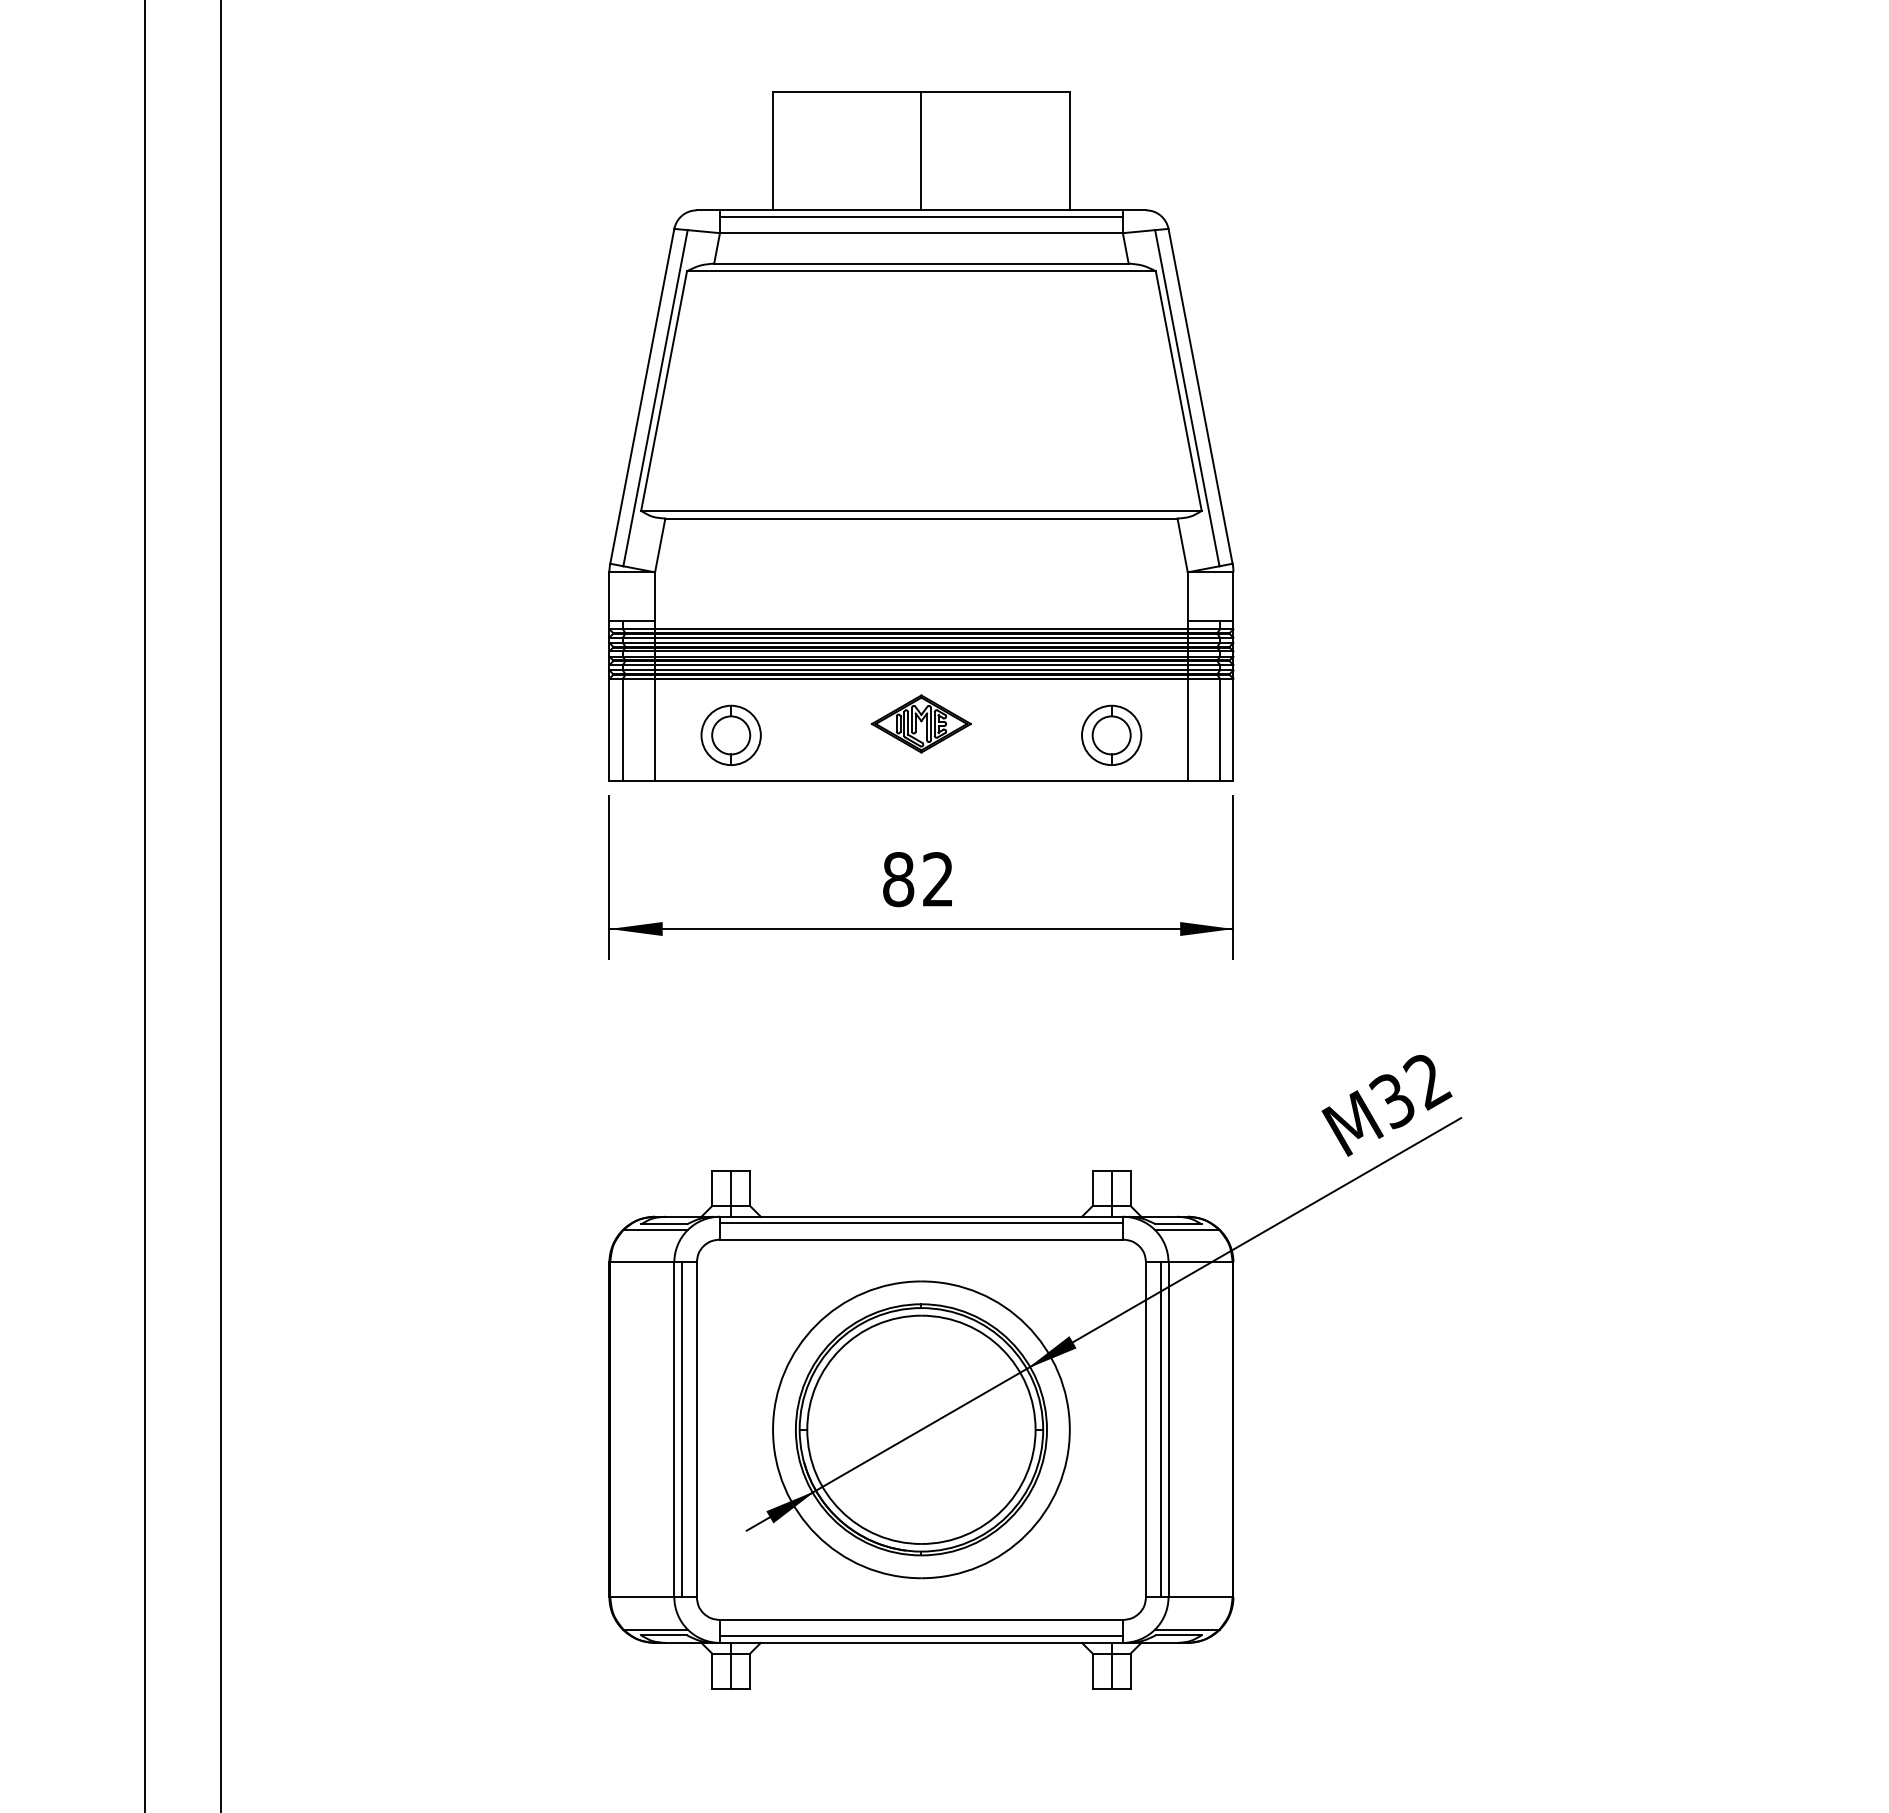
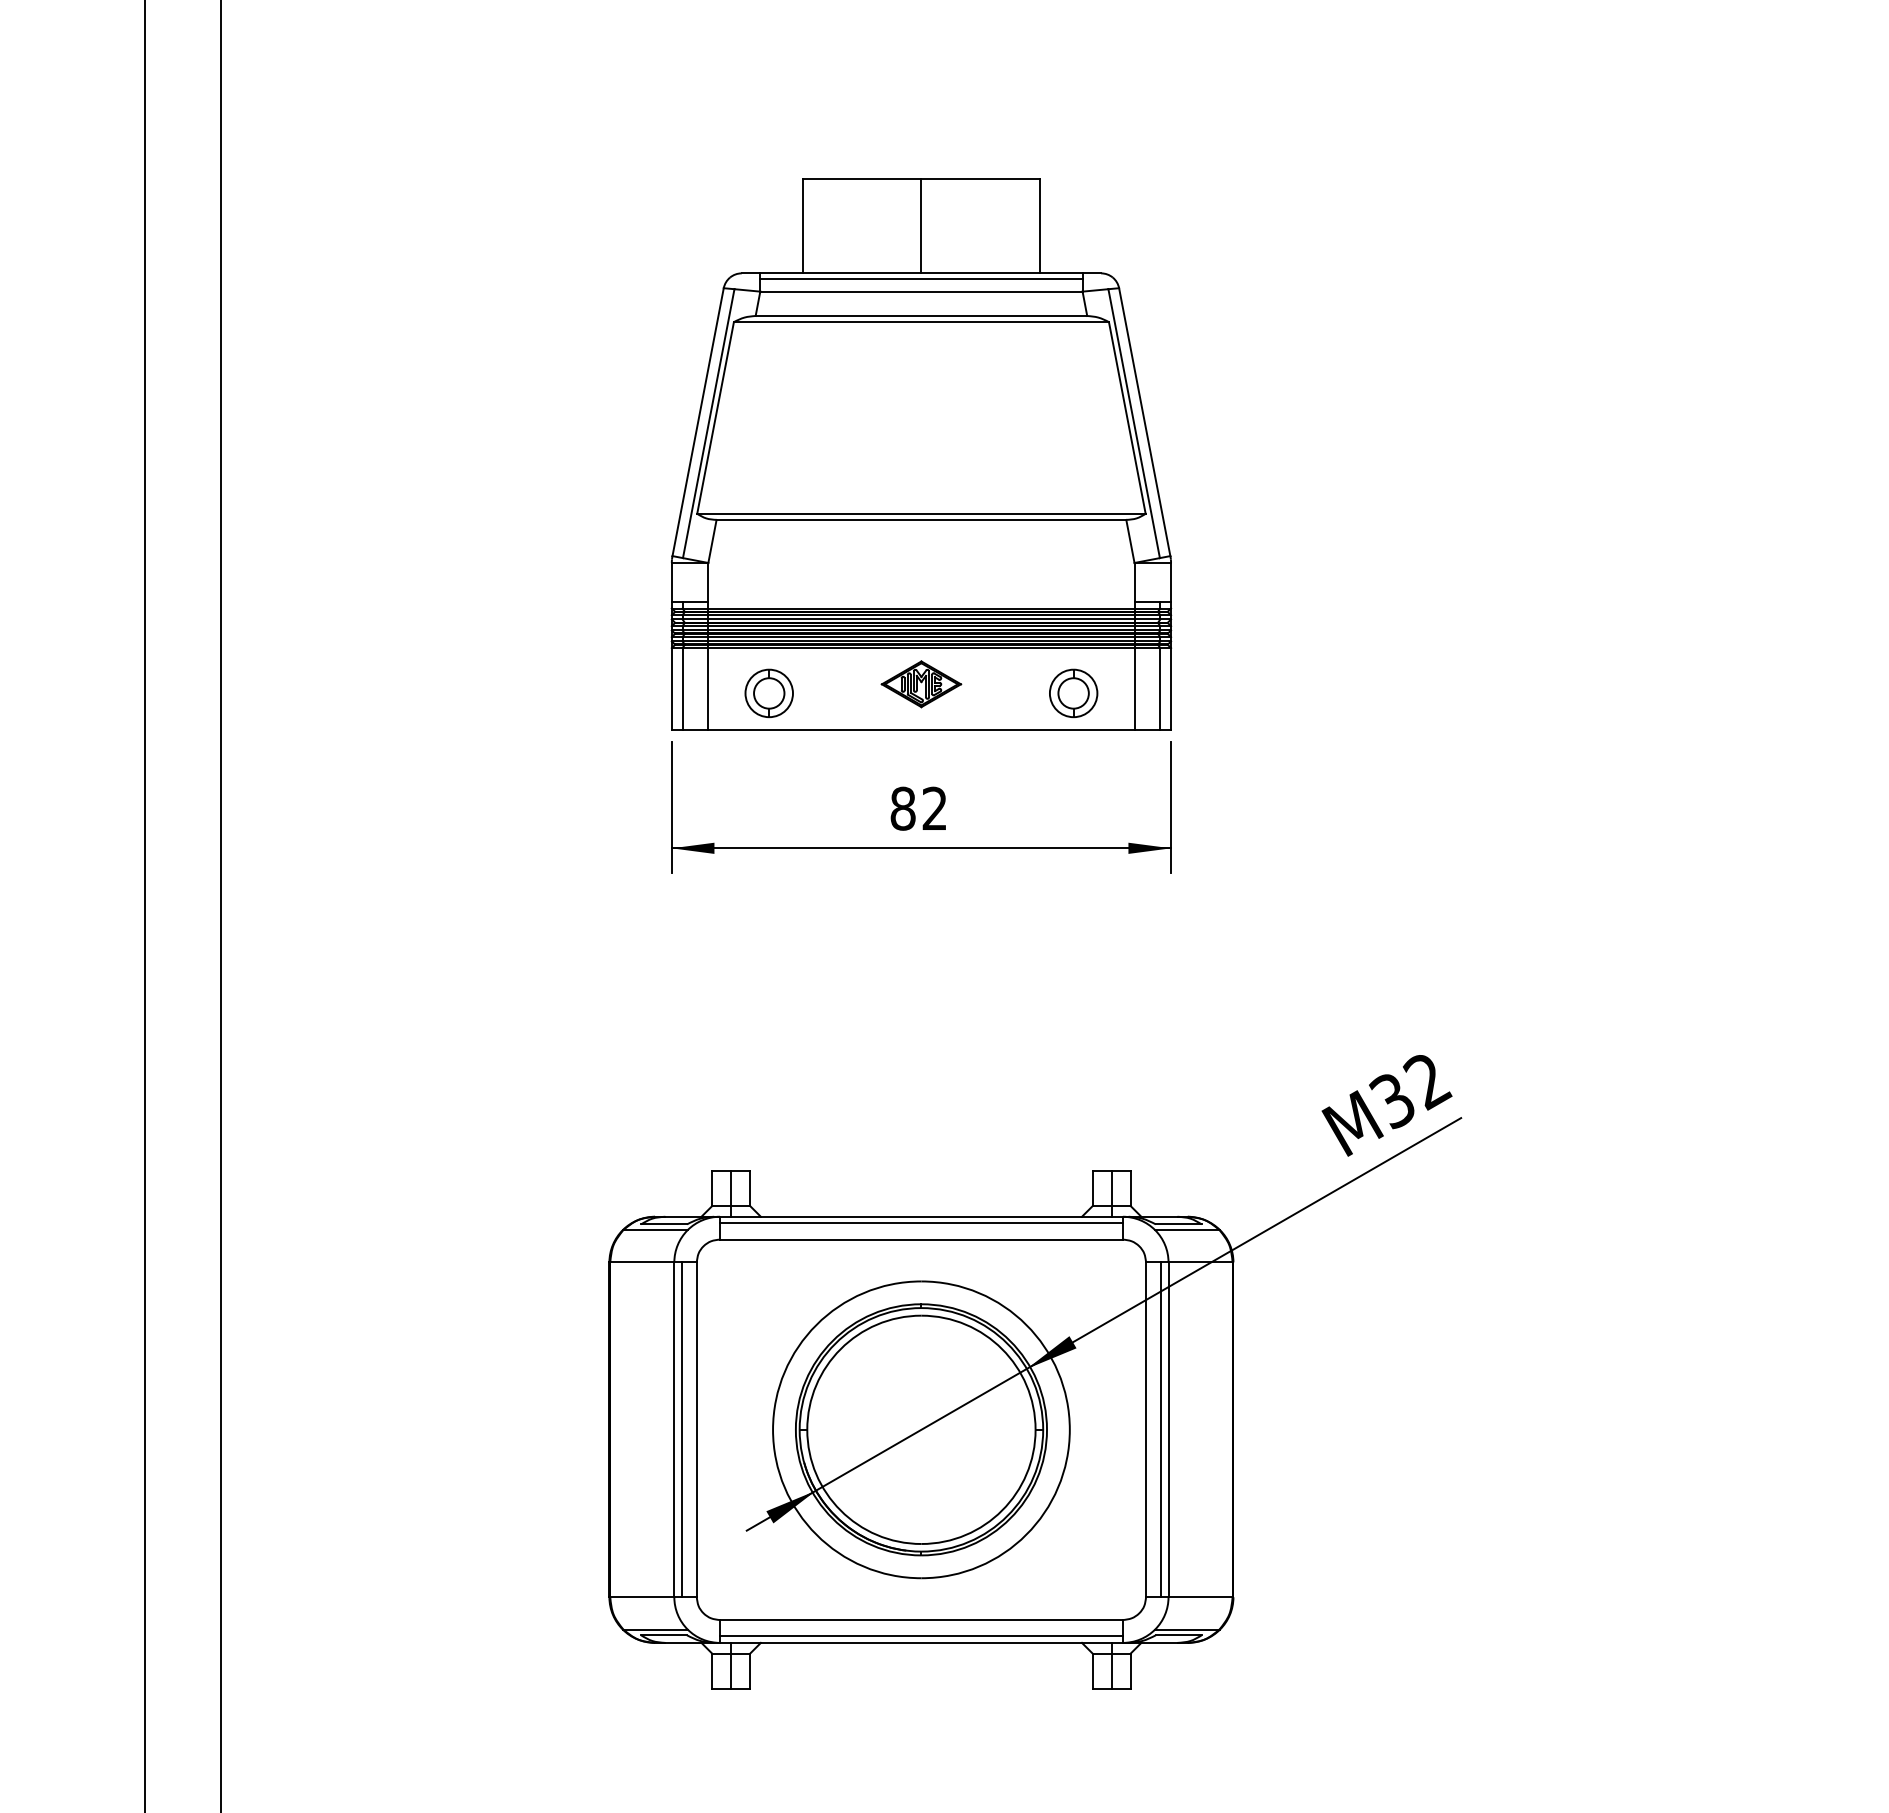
part at (921, 525) size: 627x869 px -> 503x696 px
